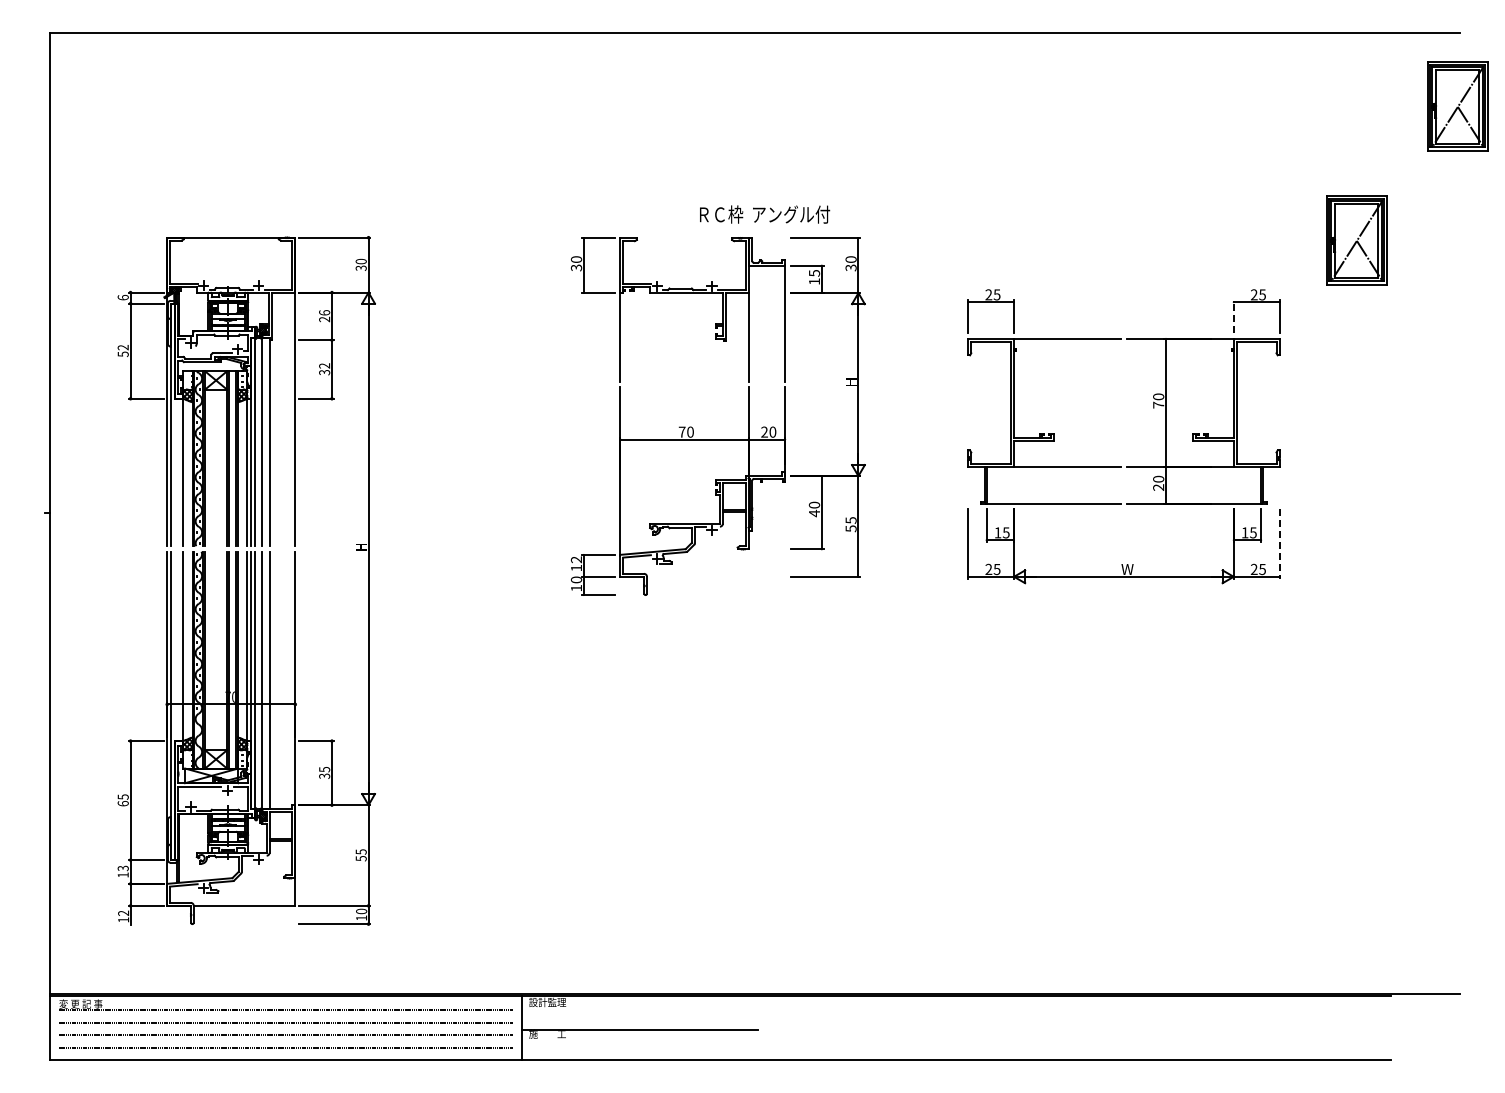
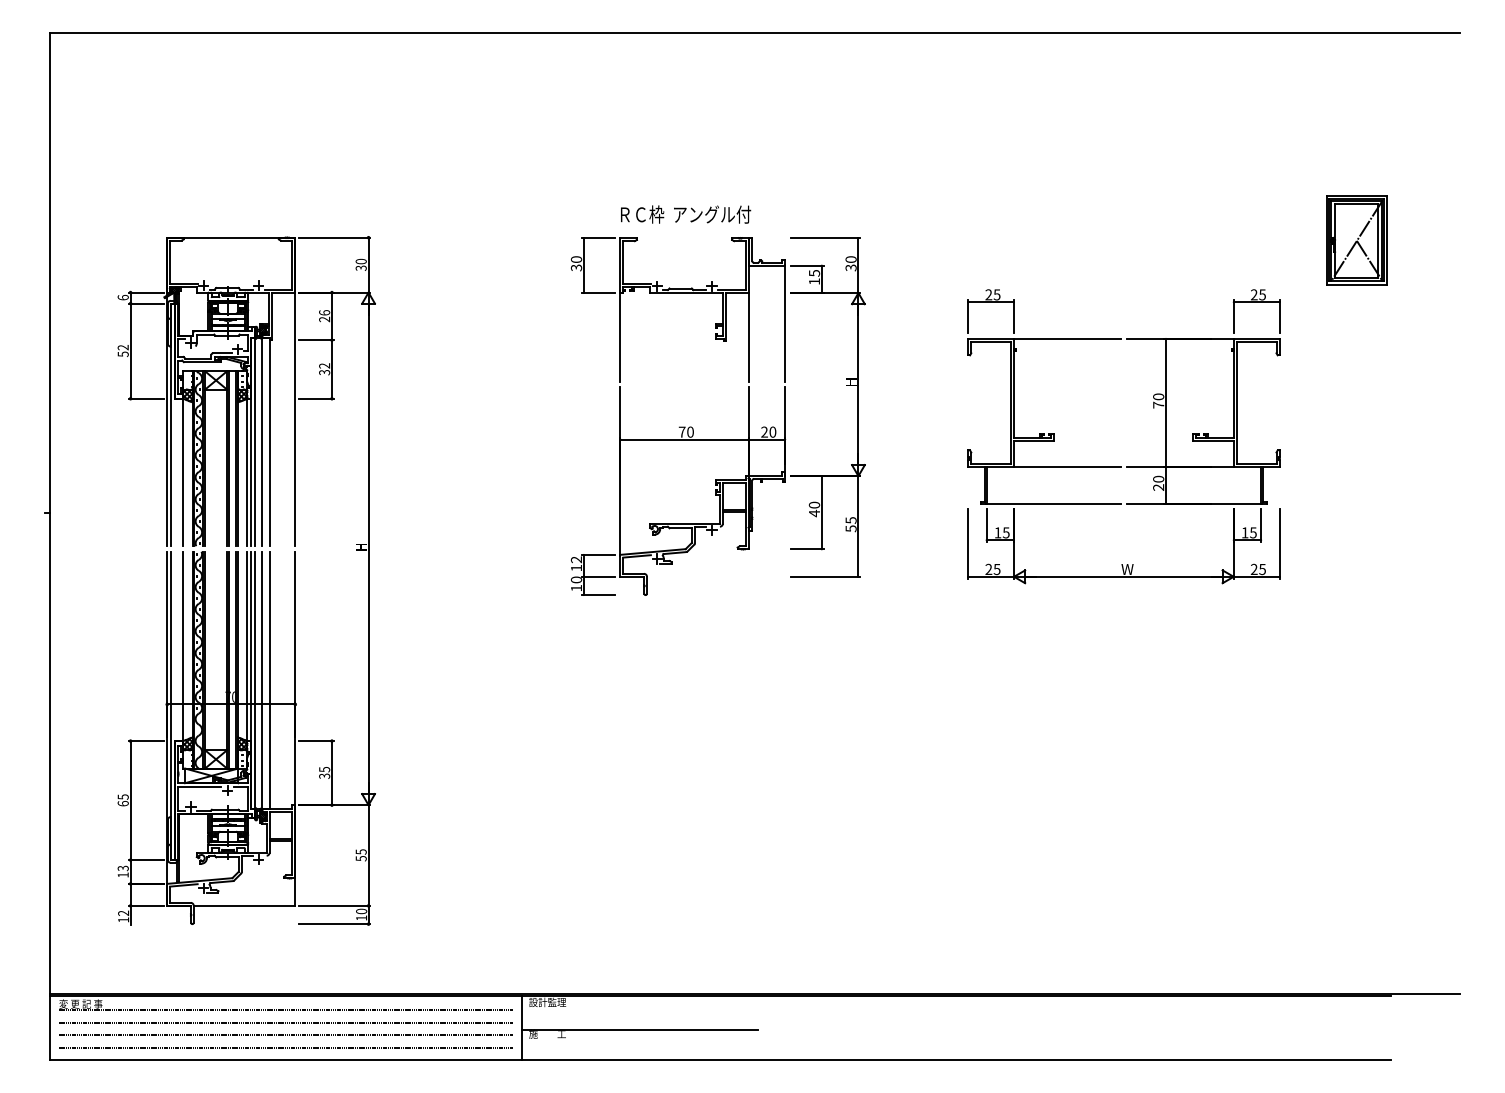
part at (1457, 106): present -> none
text at (765, 214) position: (765, 214) -> (686, 214)
line at (1233, 316): dashed -> solid
line at (1279, 543): dashed -> solid
